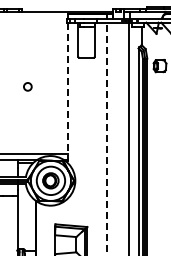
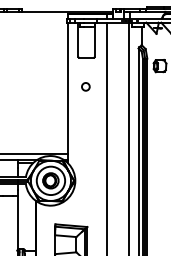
circle at (27, 86) position: (27, 86) -> (85, 86)
line at (67, 93): dashed -> solid
line at (106, 138): dashed -> solid
